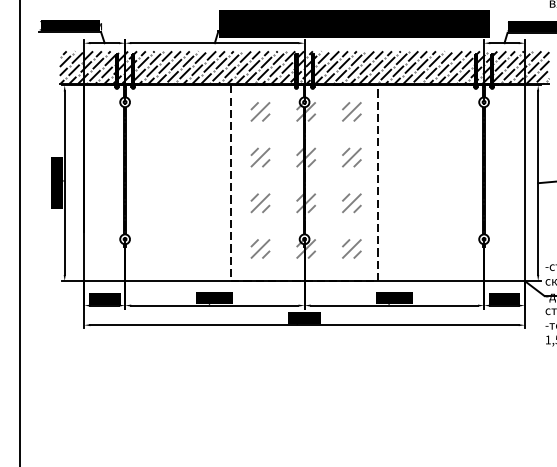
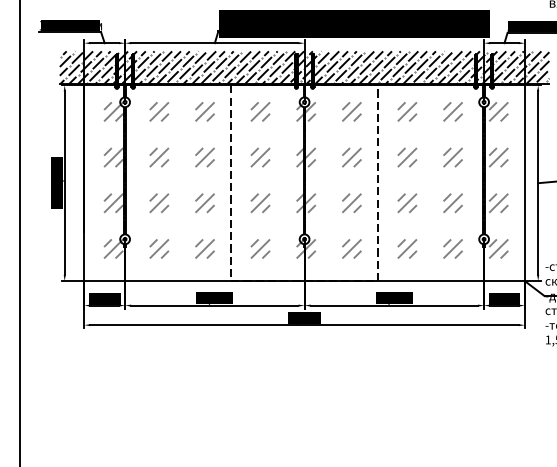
hatch at (159, 180): none -> present
hatch at (452, 180): none -> present
